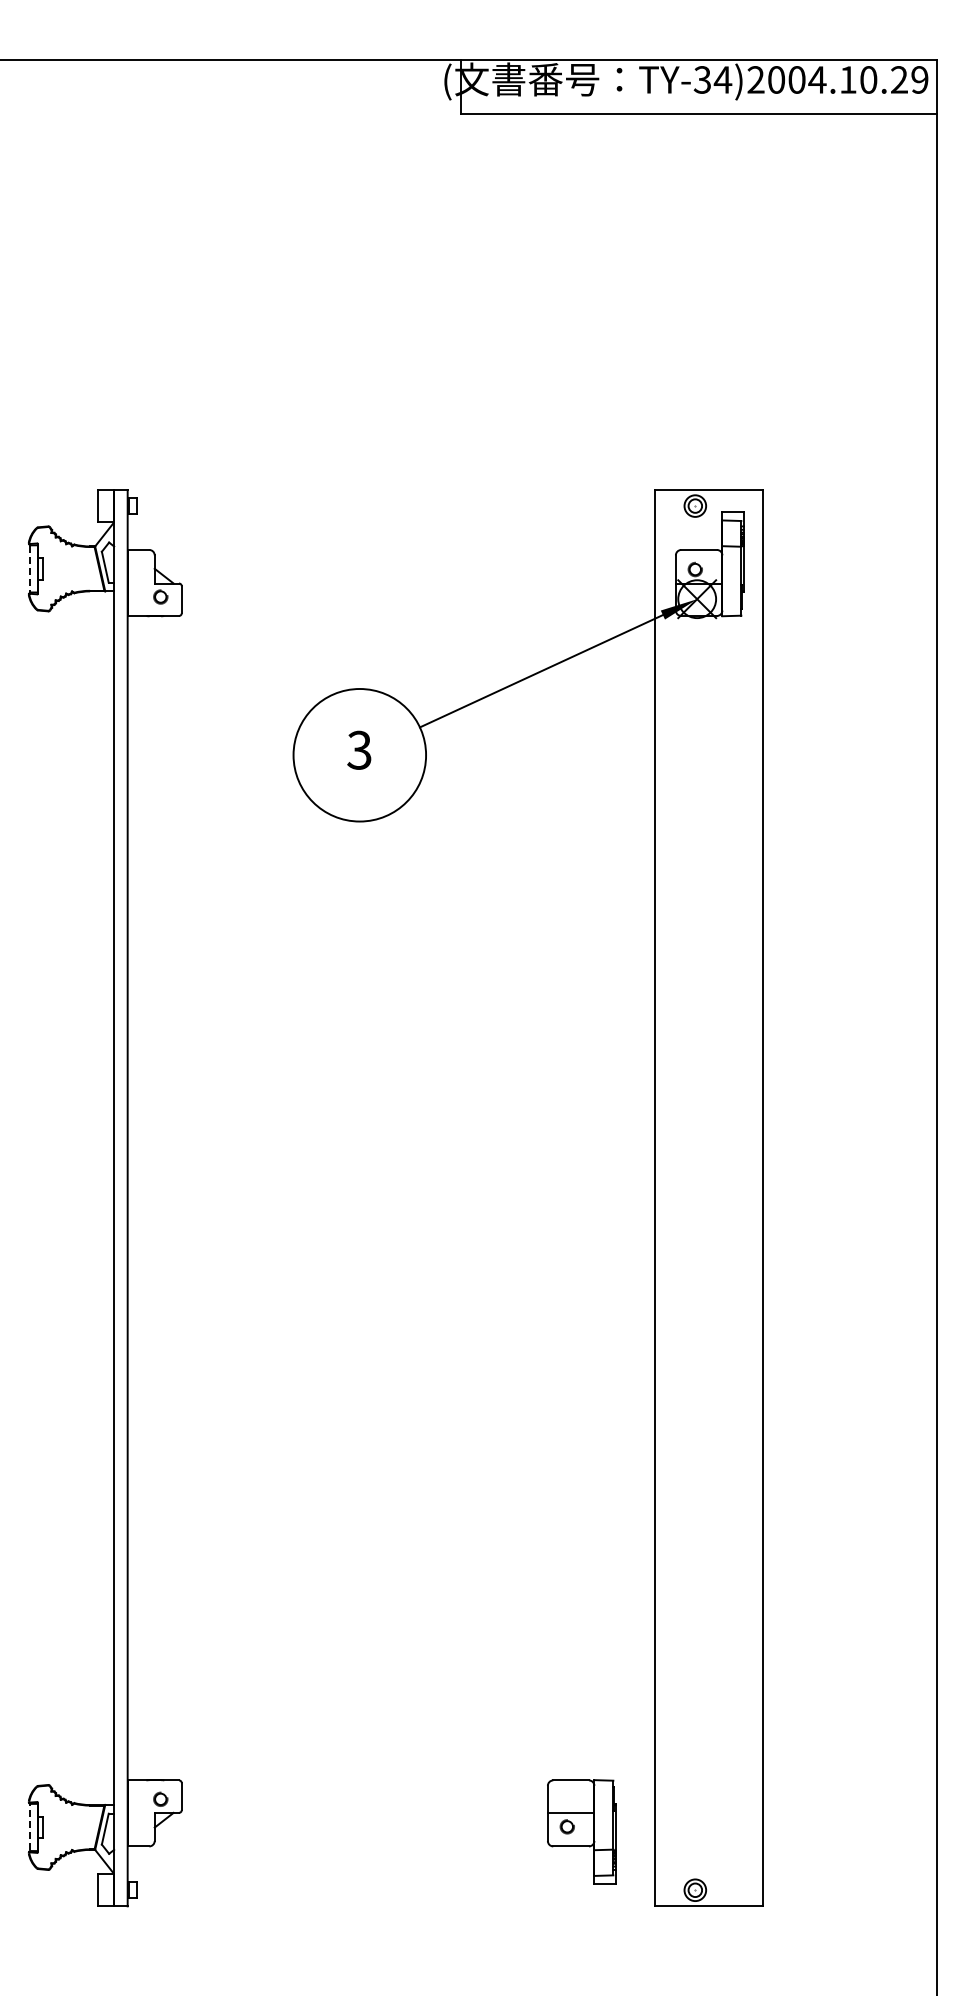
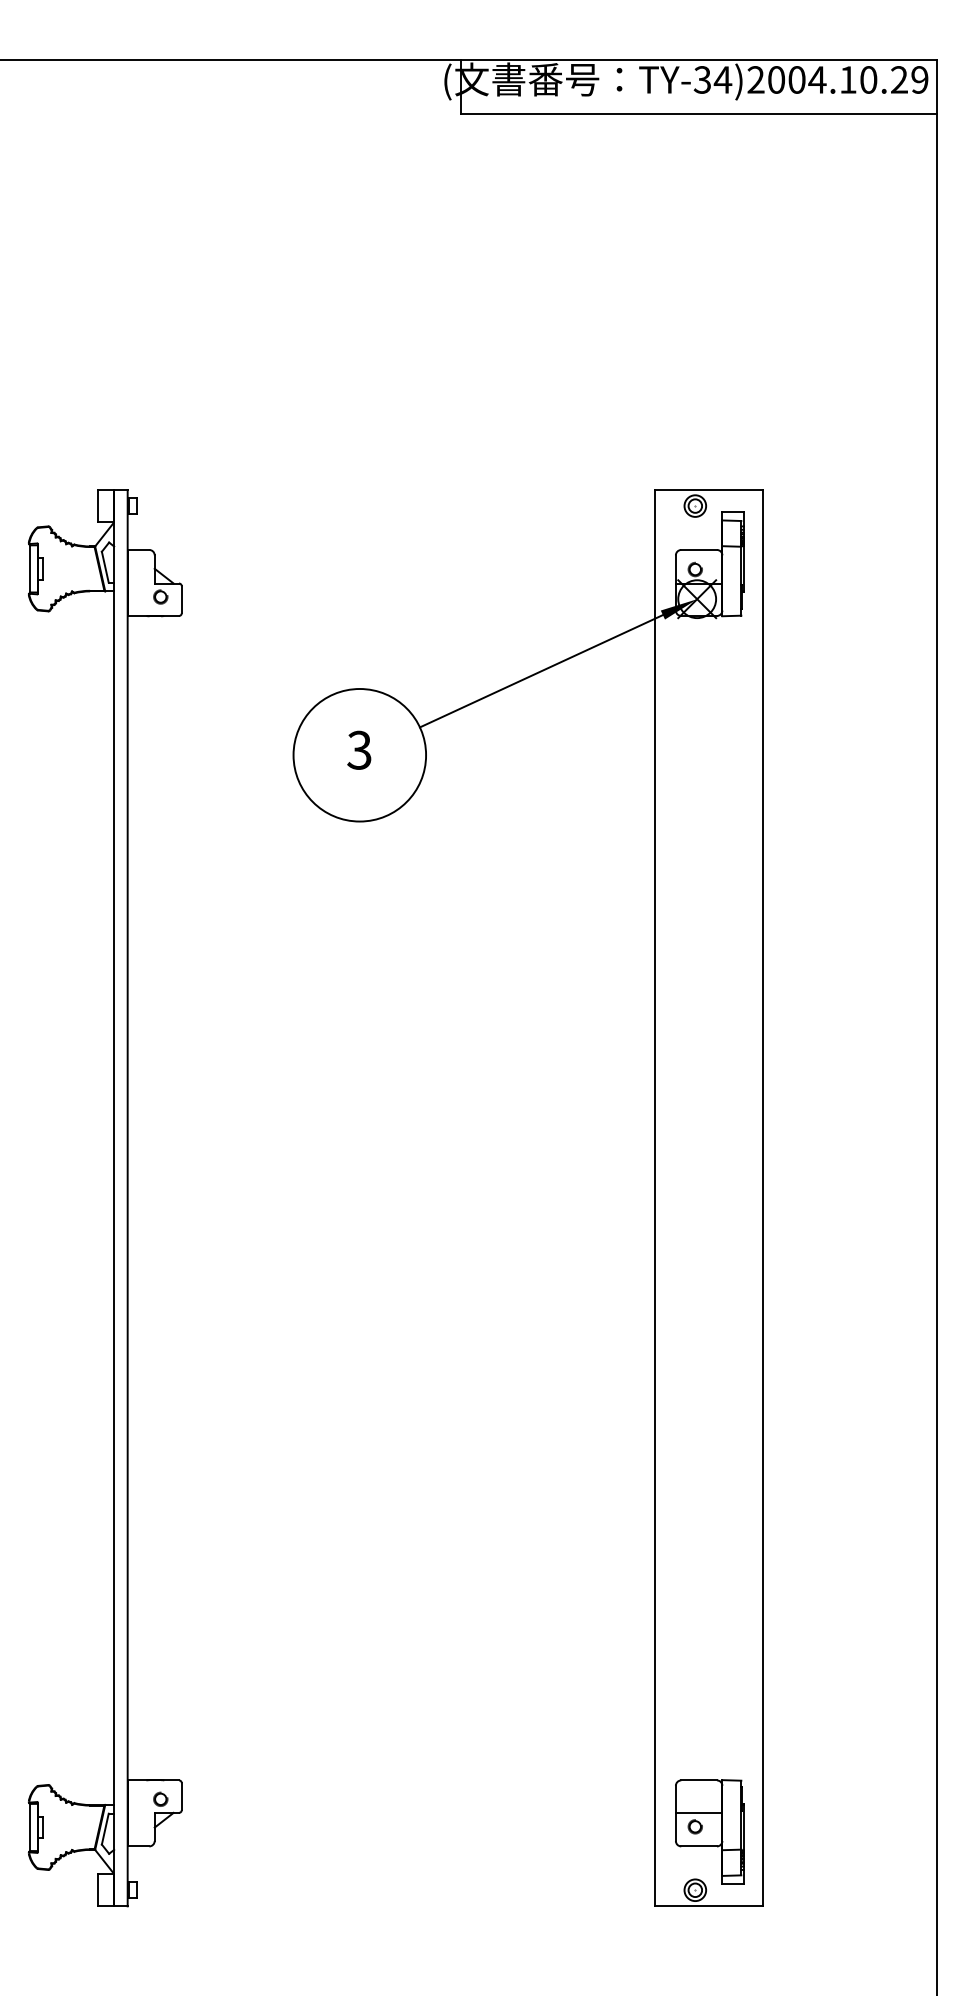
line at (29, 568): dashed -> solid
line at (29, 1827): dashed -> solid
part at (581, 1831) position: (581, 1831) -> (709, 1831)
